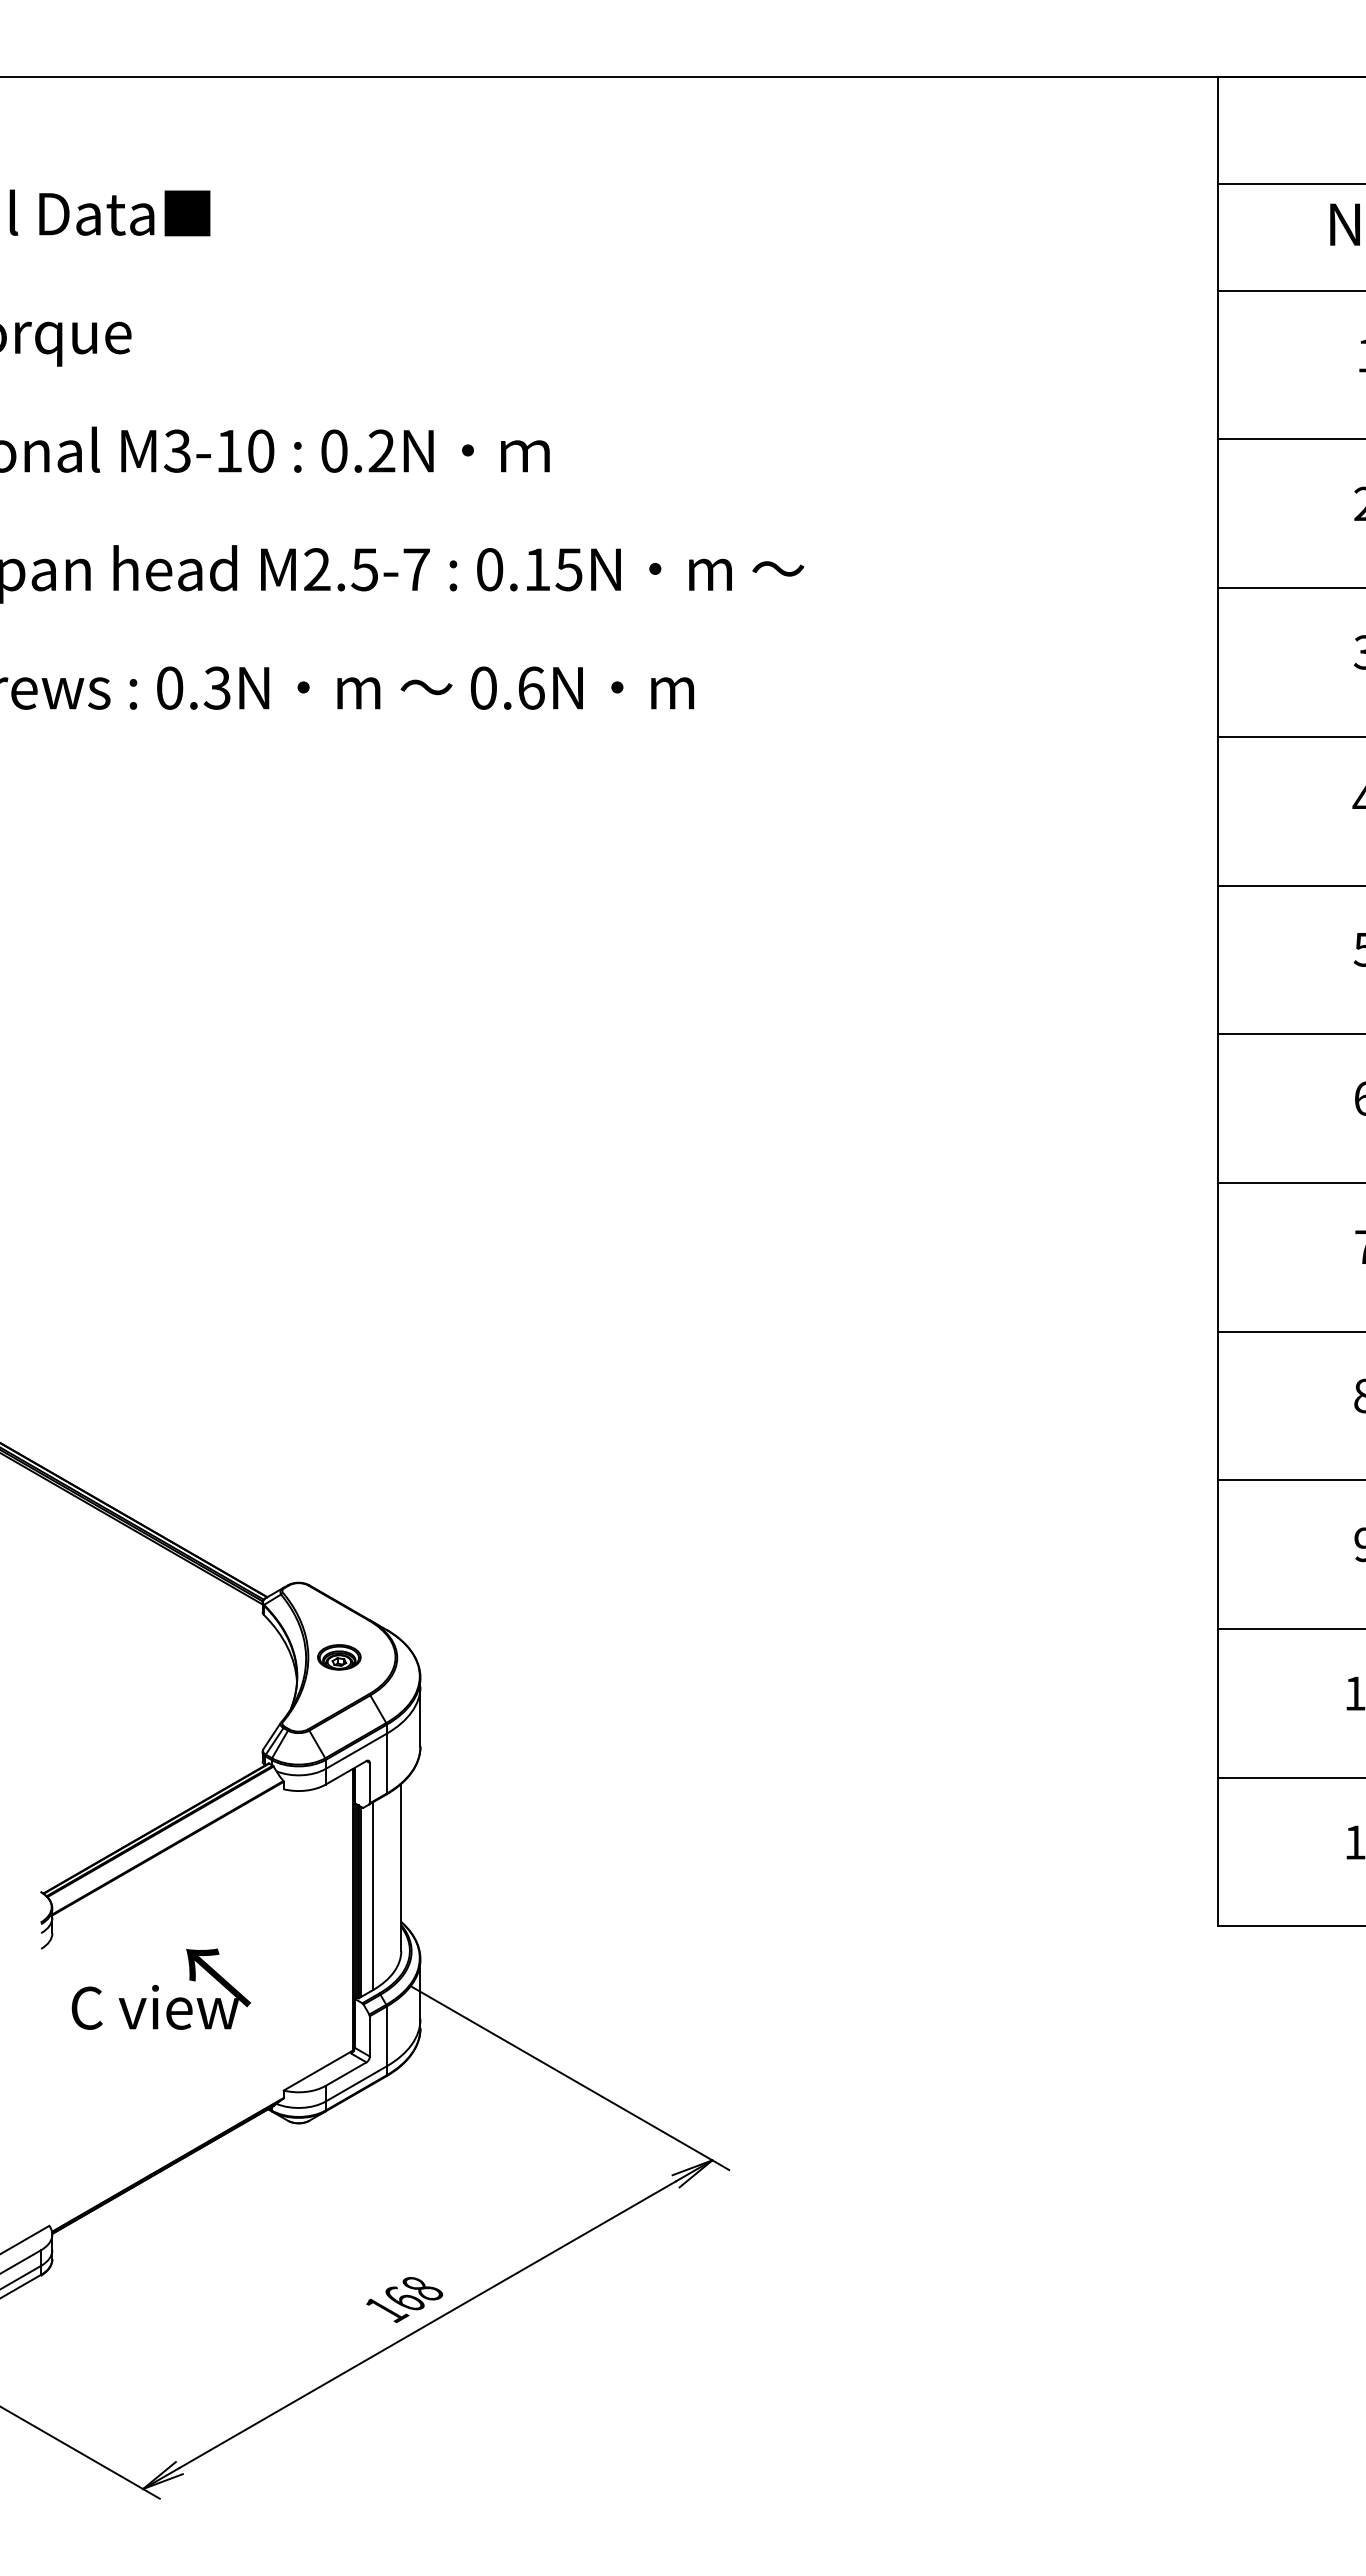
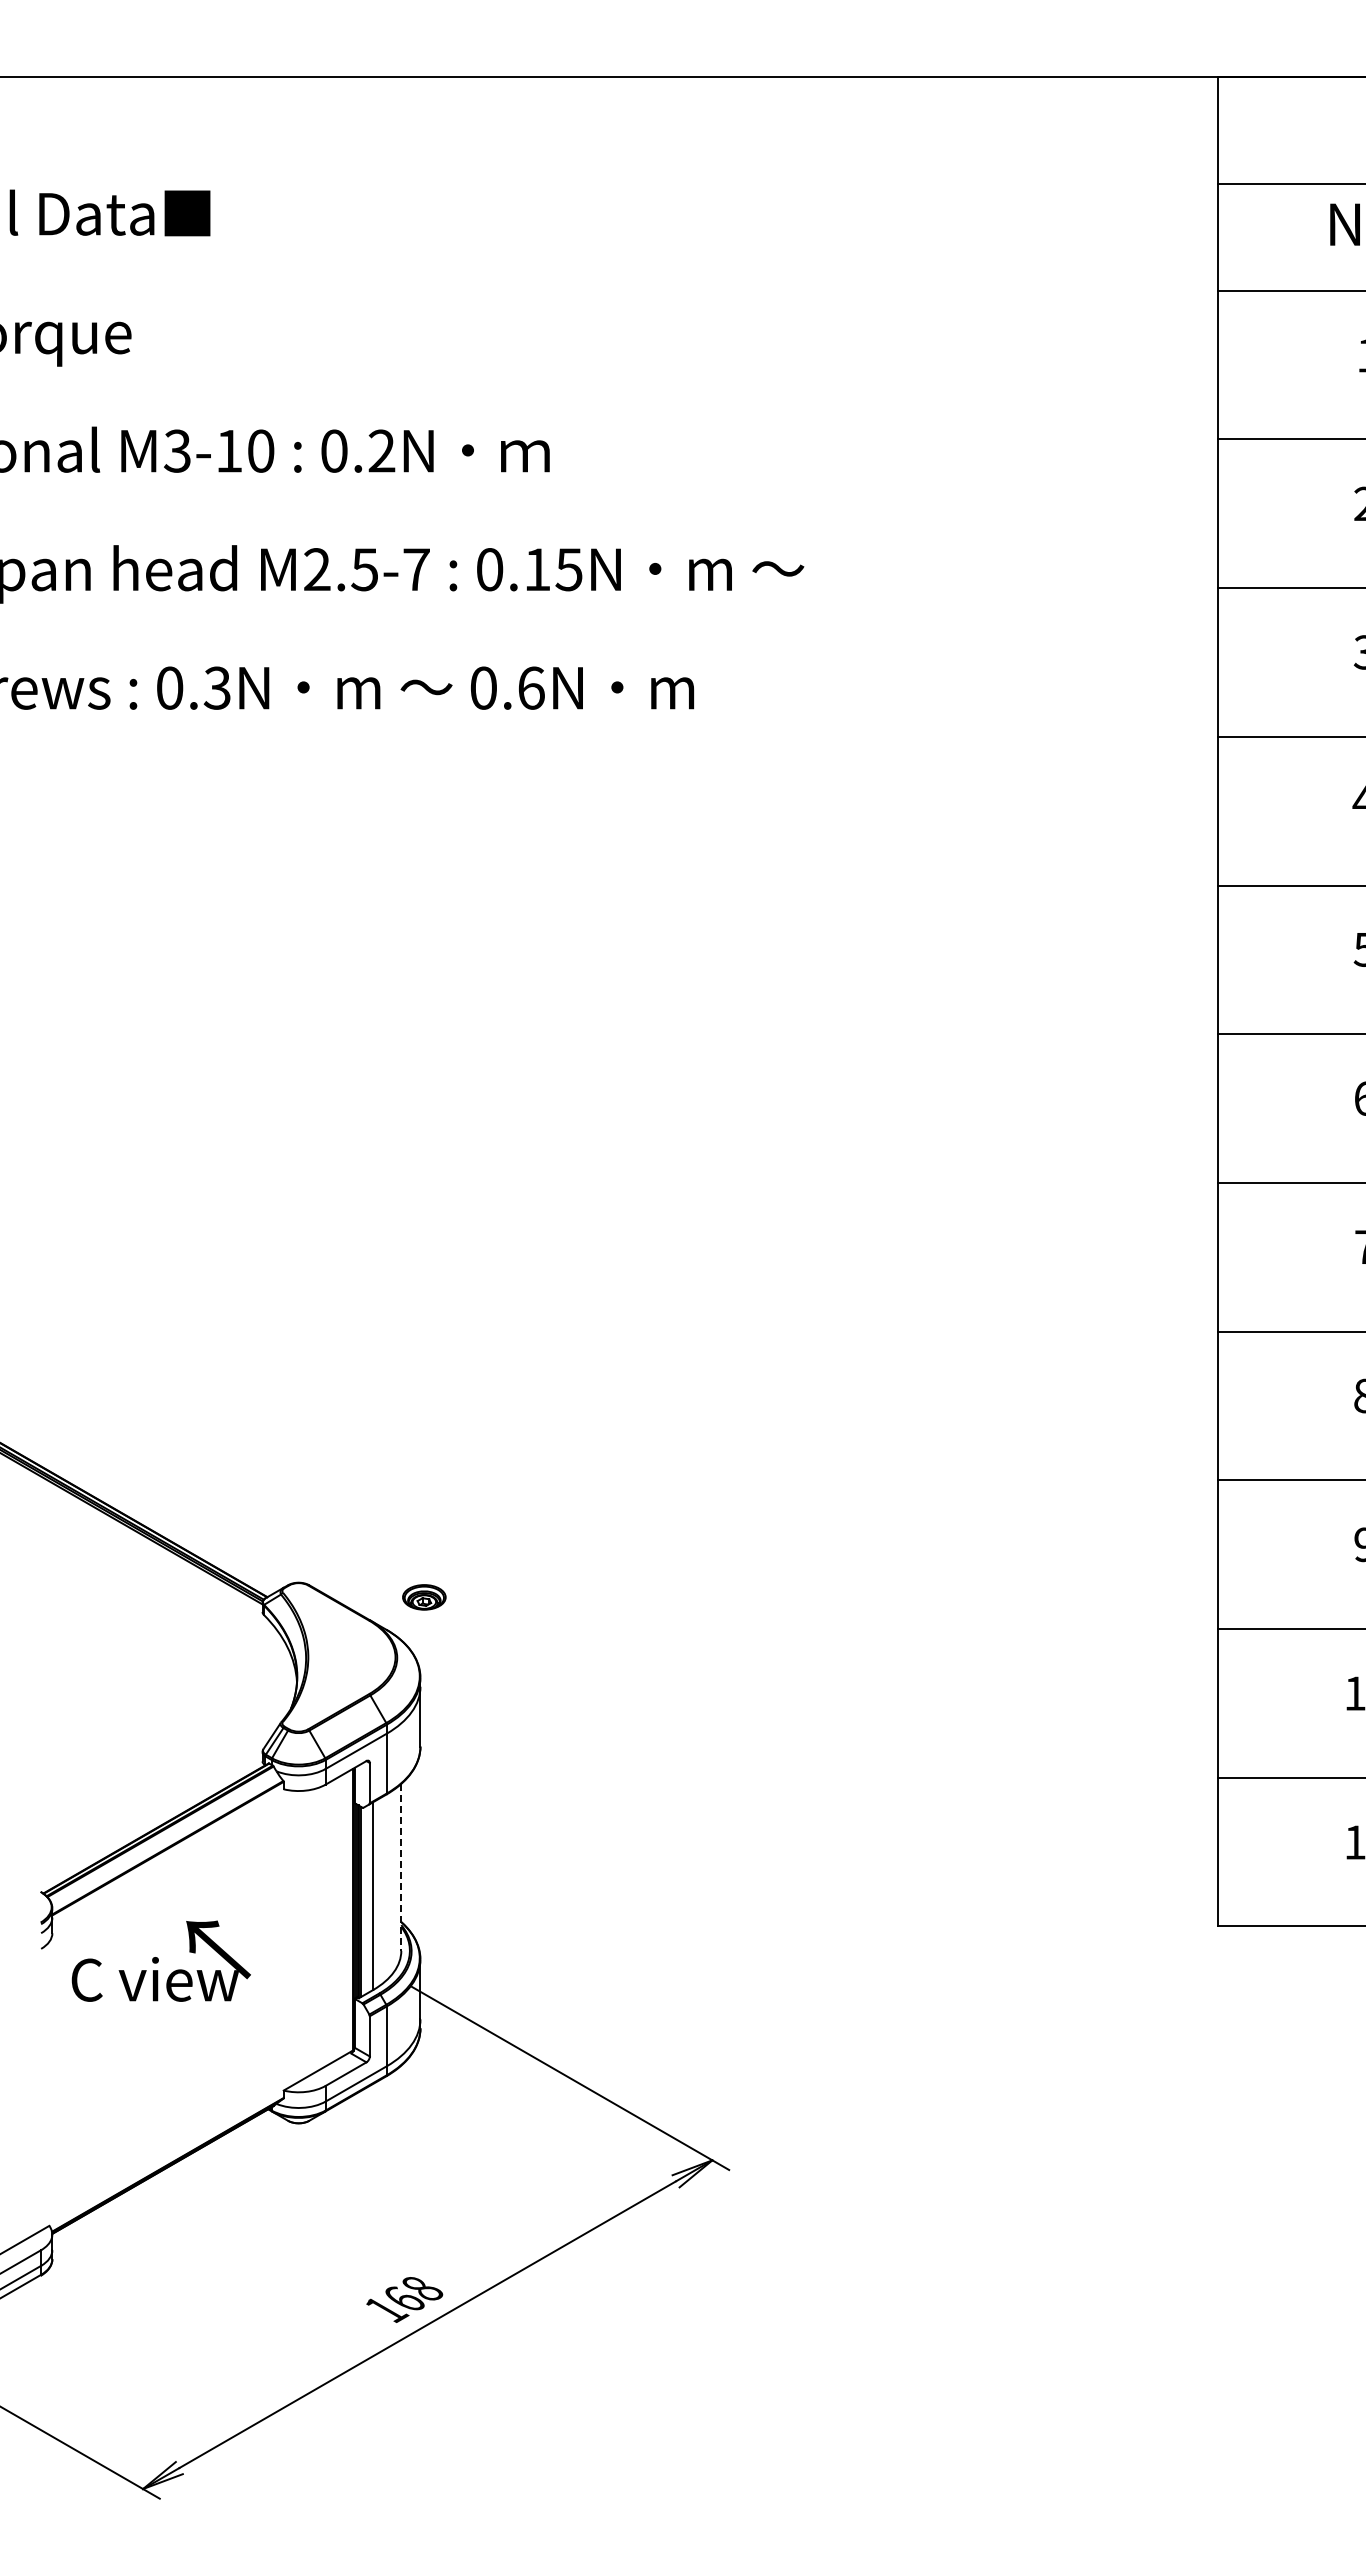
part at (339, 1657) position: (339, 1657) -> (424, 1597)
line at (401, 1867): solid -> dashed
text at (160, 1988) position: (160, 1988) -> (160, 1960)
